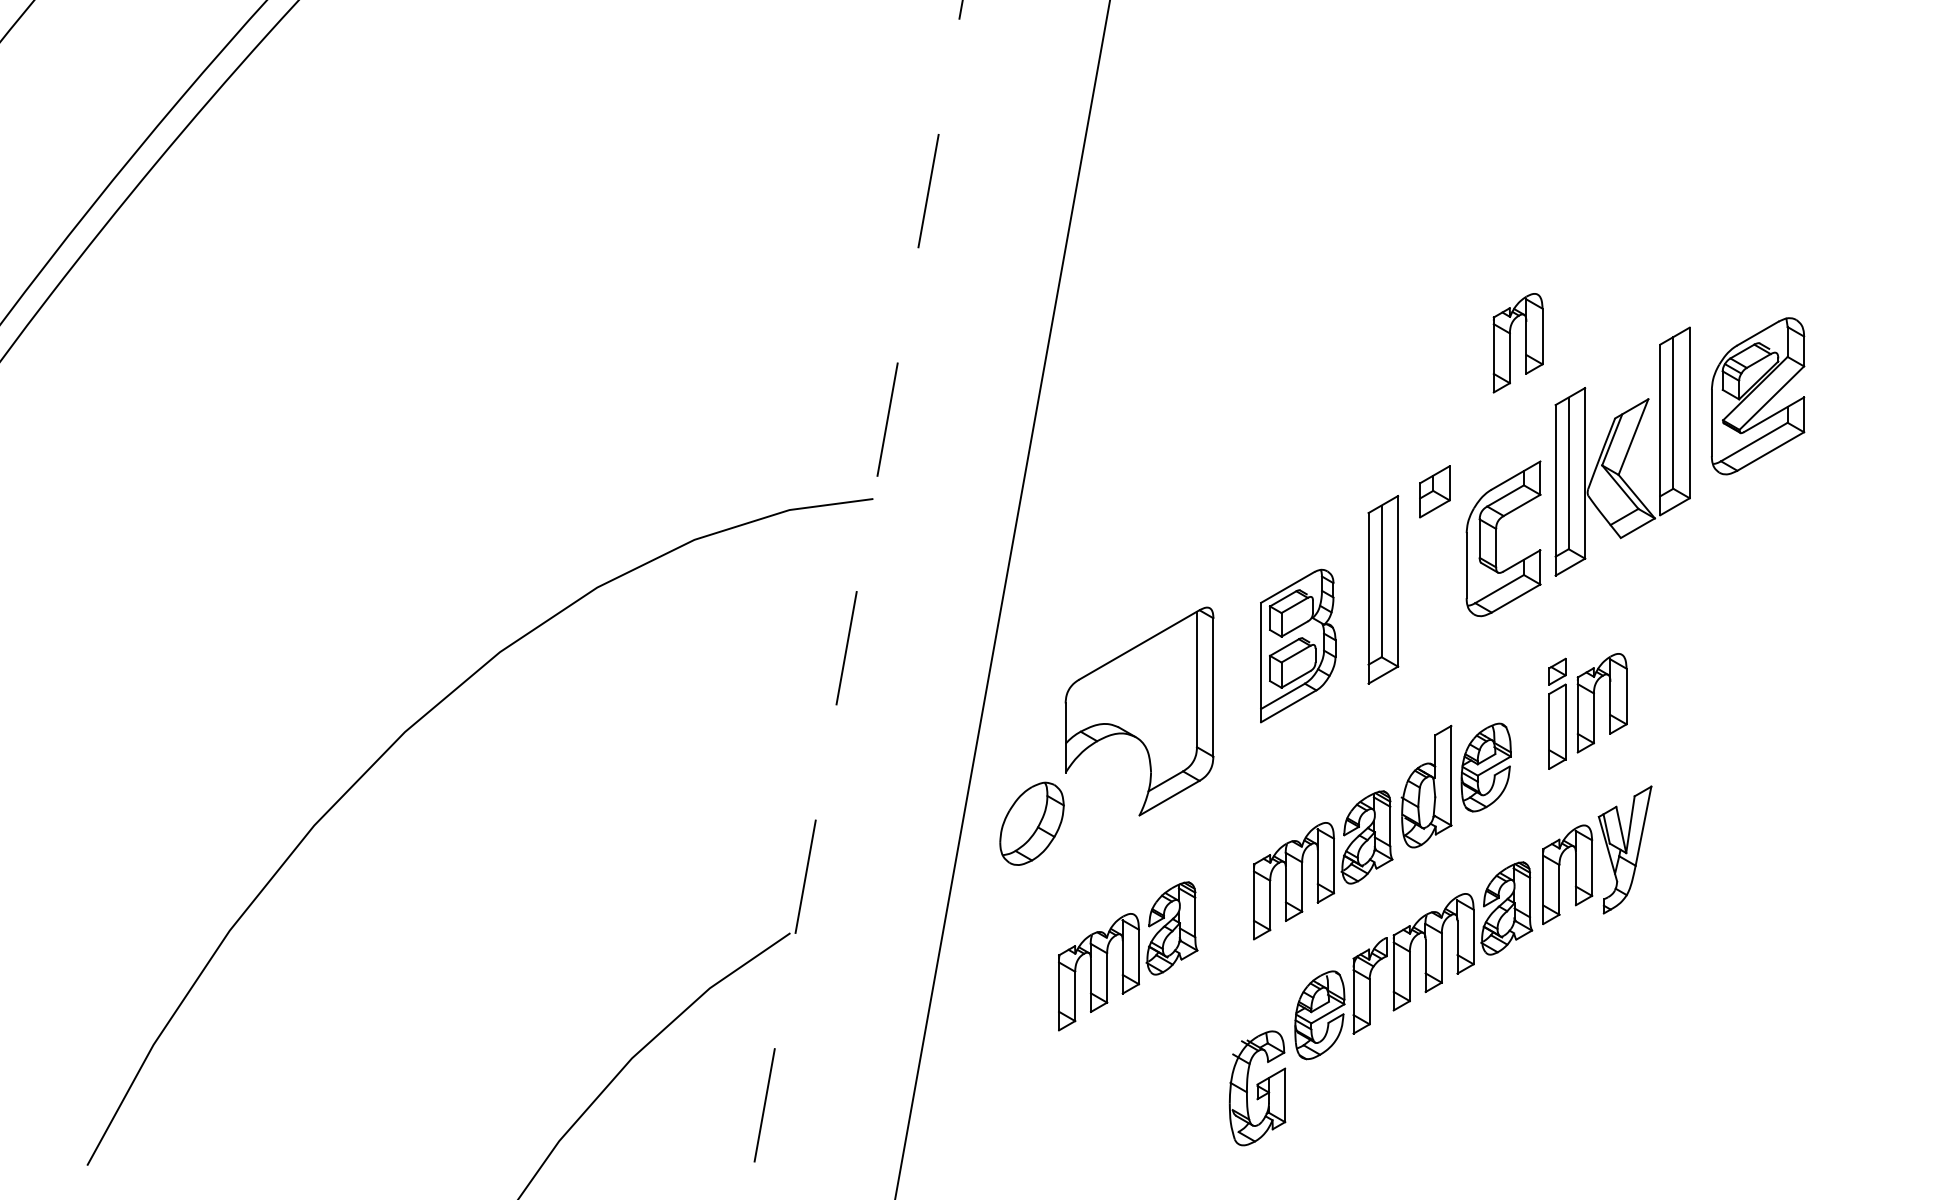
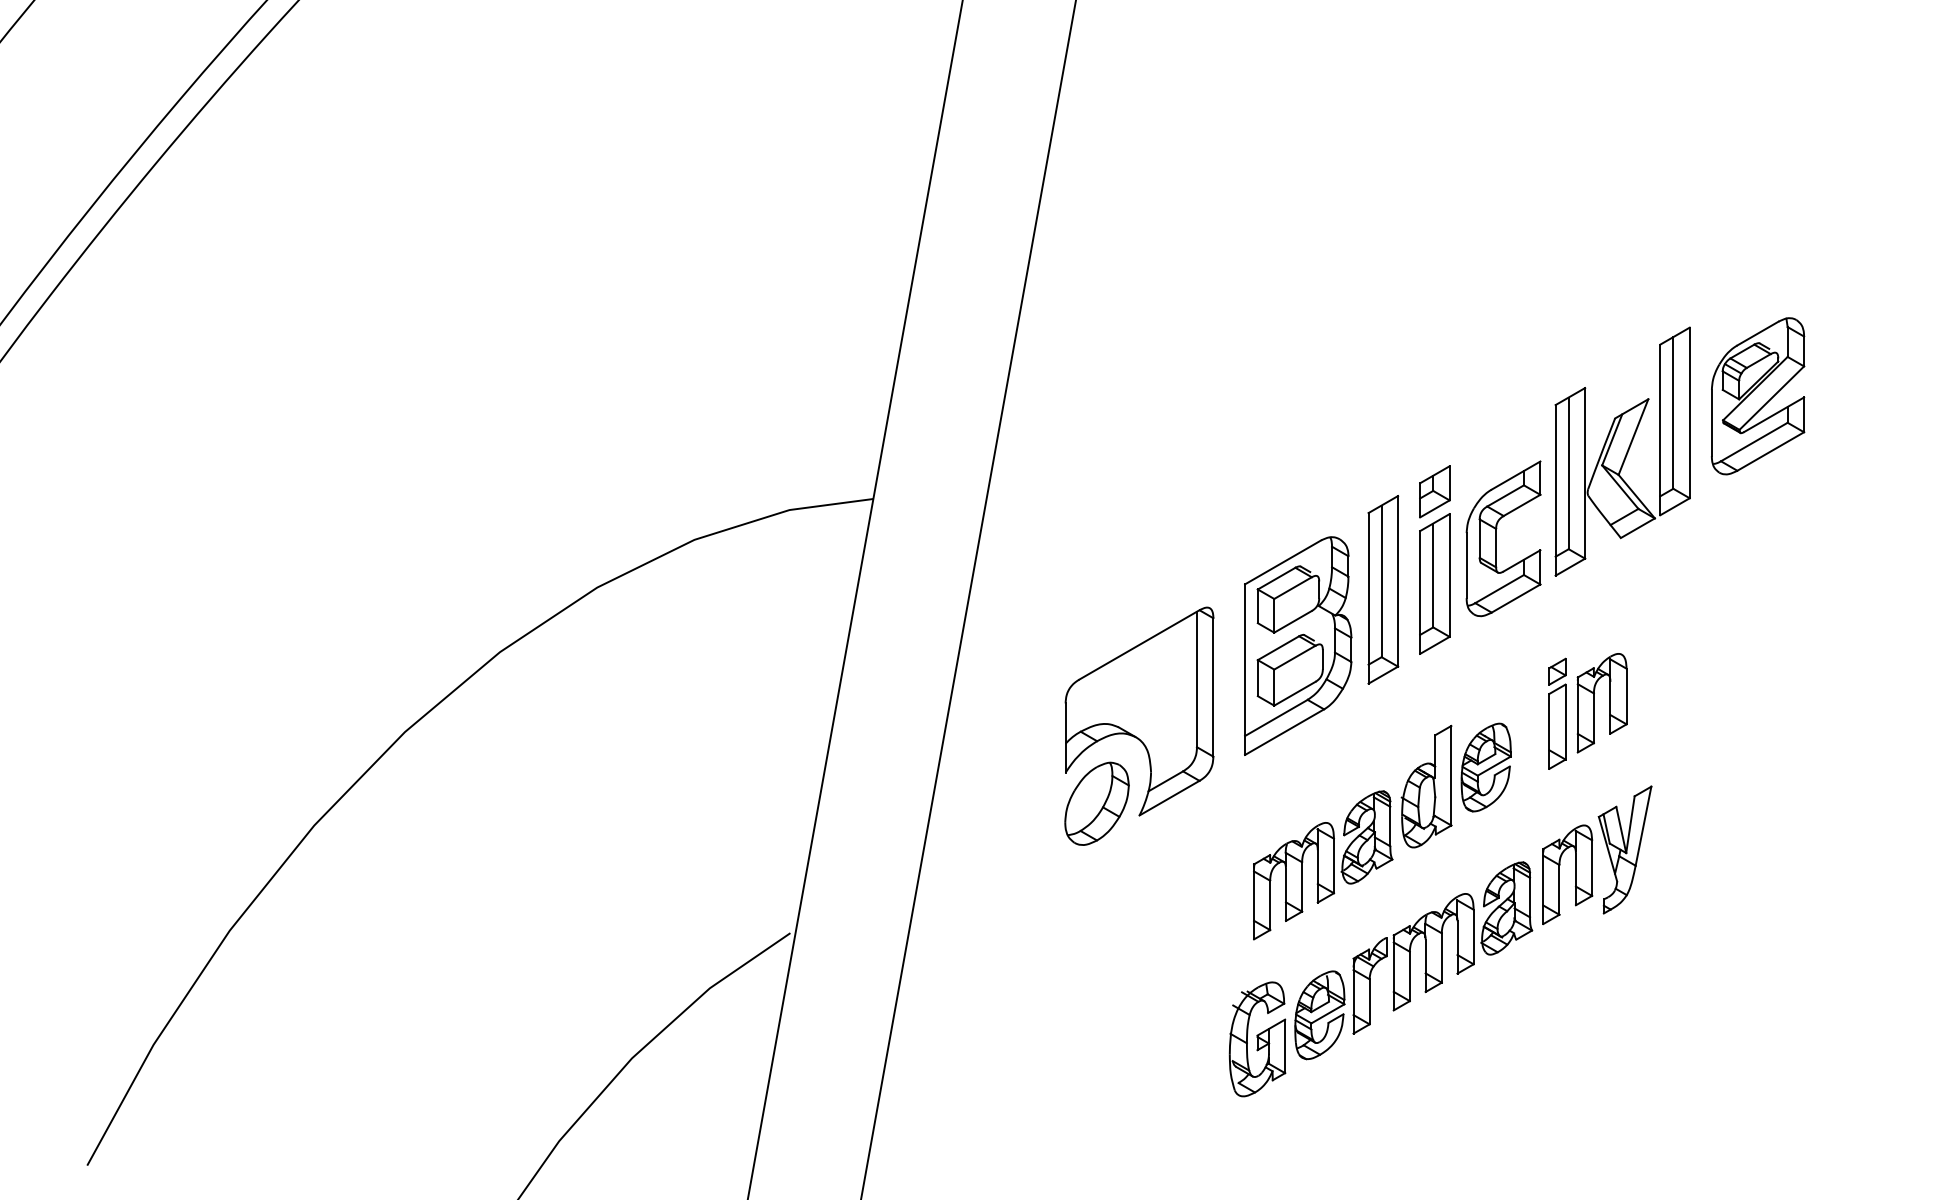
part at (1510, 343): present -> none
part at (1434, 583): none -> present
line at (1002, 599) position: (1002, 599) -> (968, 599)
line at (855, 600): dashed -> solid
part at (1298, 645) size: 77x156 px -> 109x220 px
part at (1031, 823) position: (1031, 823) -> (1096, 803)
part at (1128, 956): present -> none
part at (1257, 1088) position: (1257, 1088) -> (1257, 1039)
